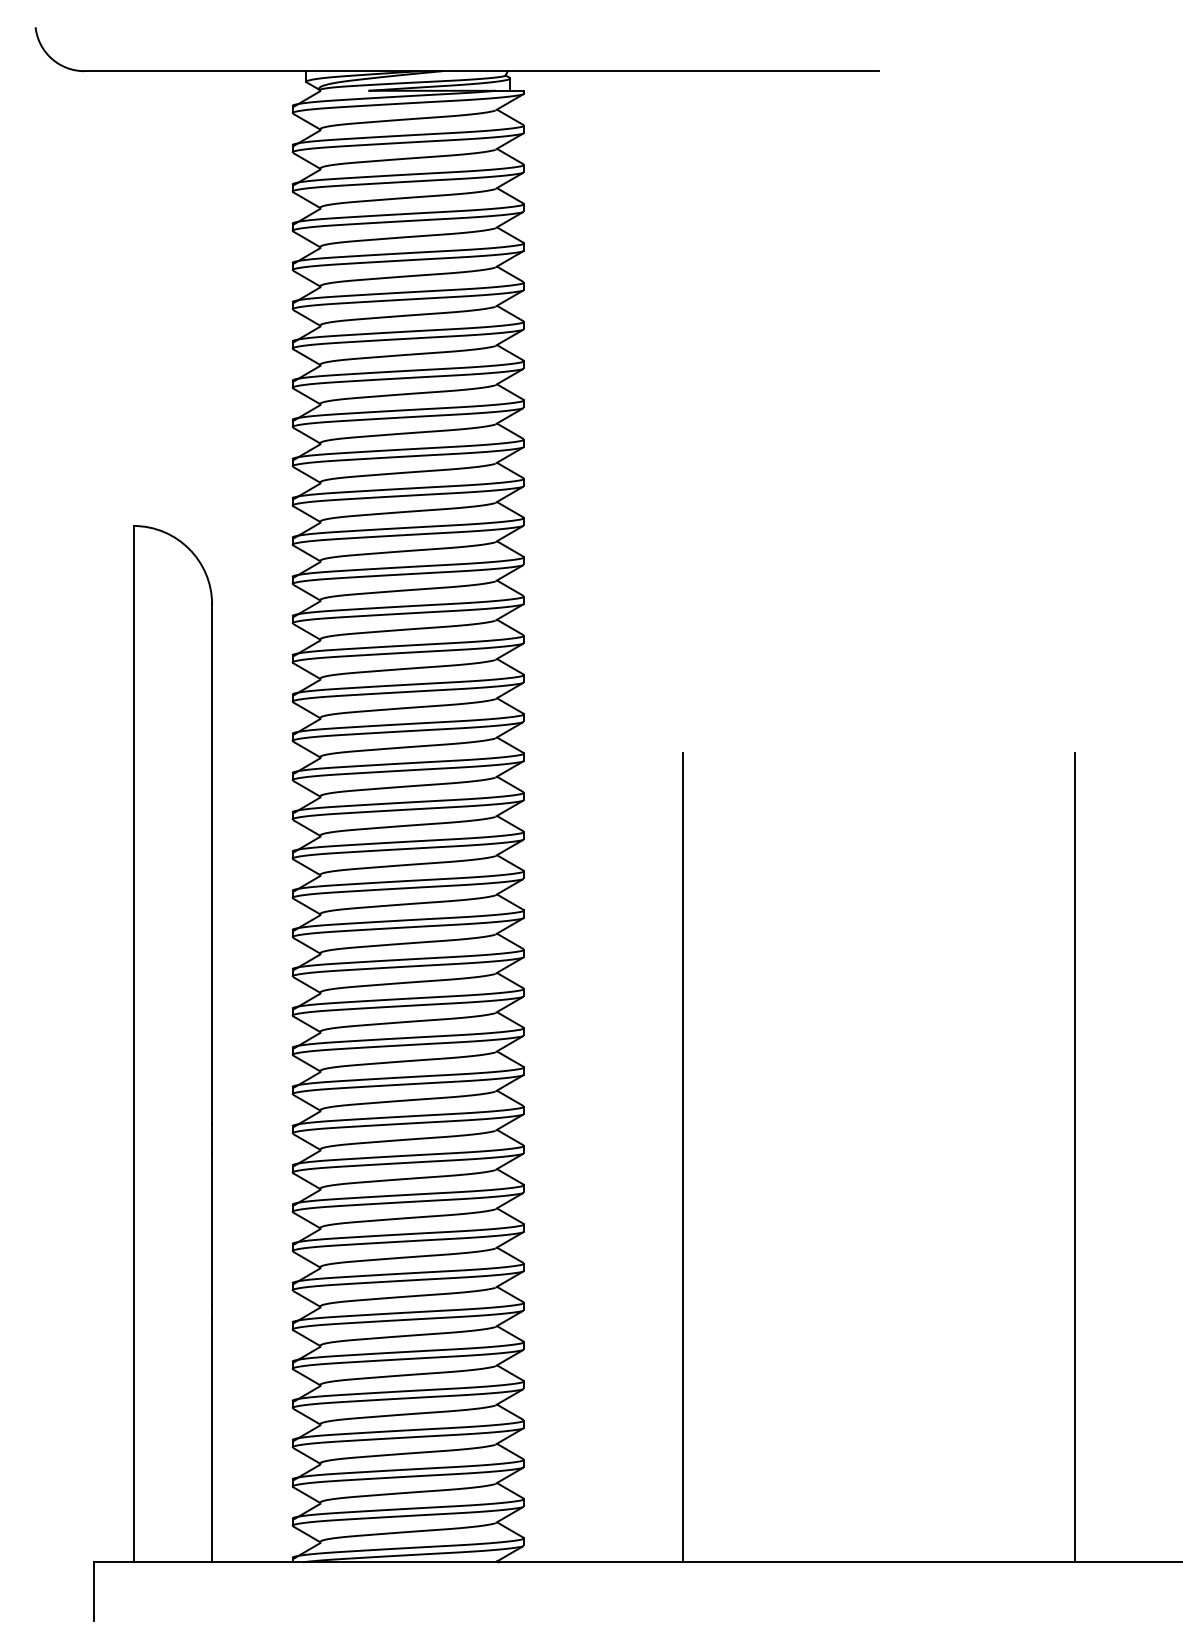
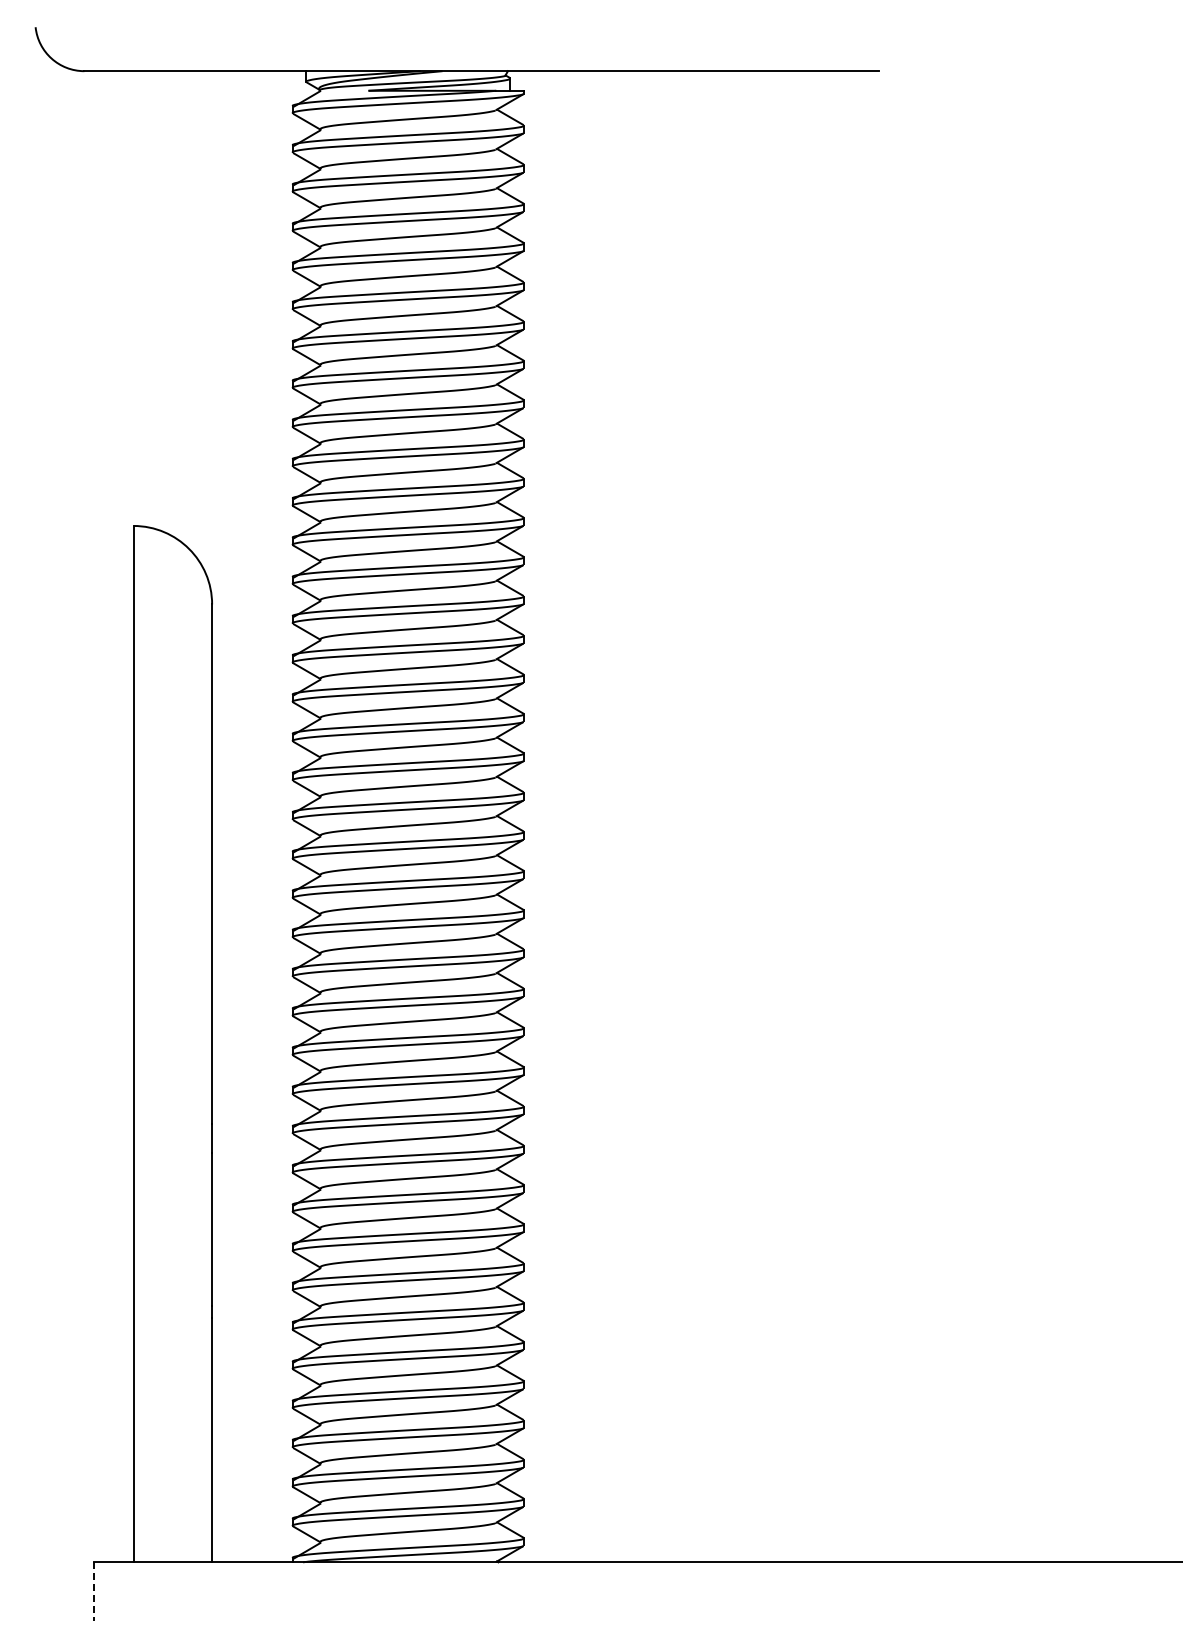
line at (683, 1157): present -> none
line at (1075, 1157): present -> none
line at (94, 1592): solid -> dashed
